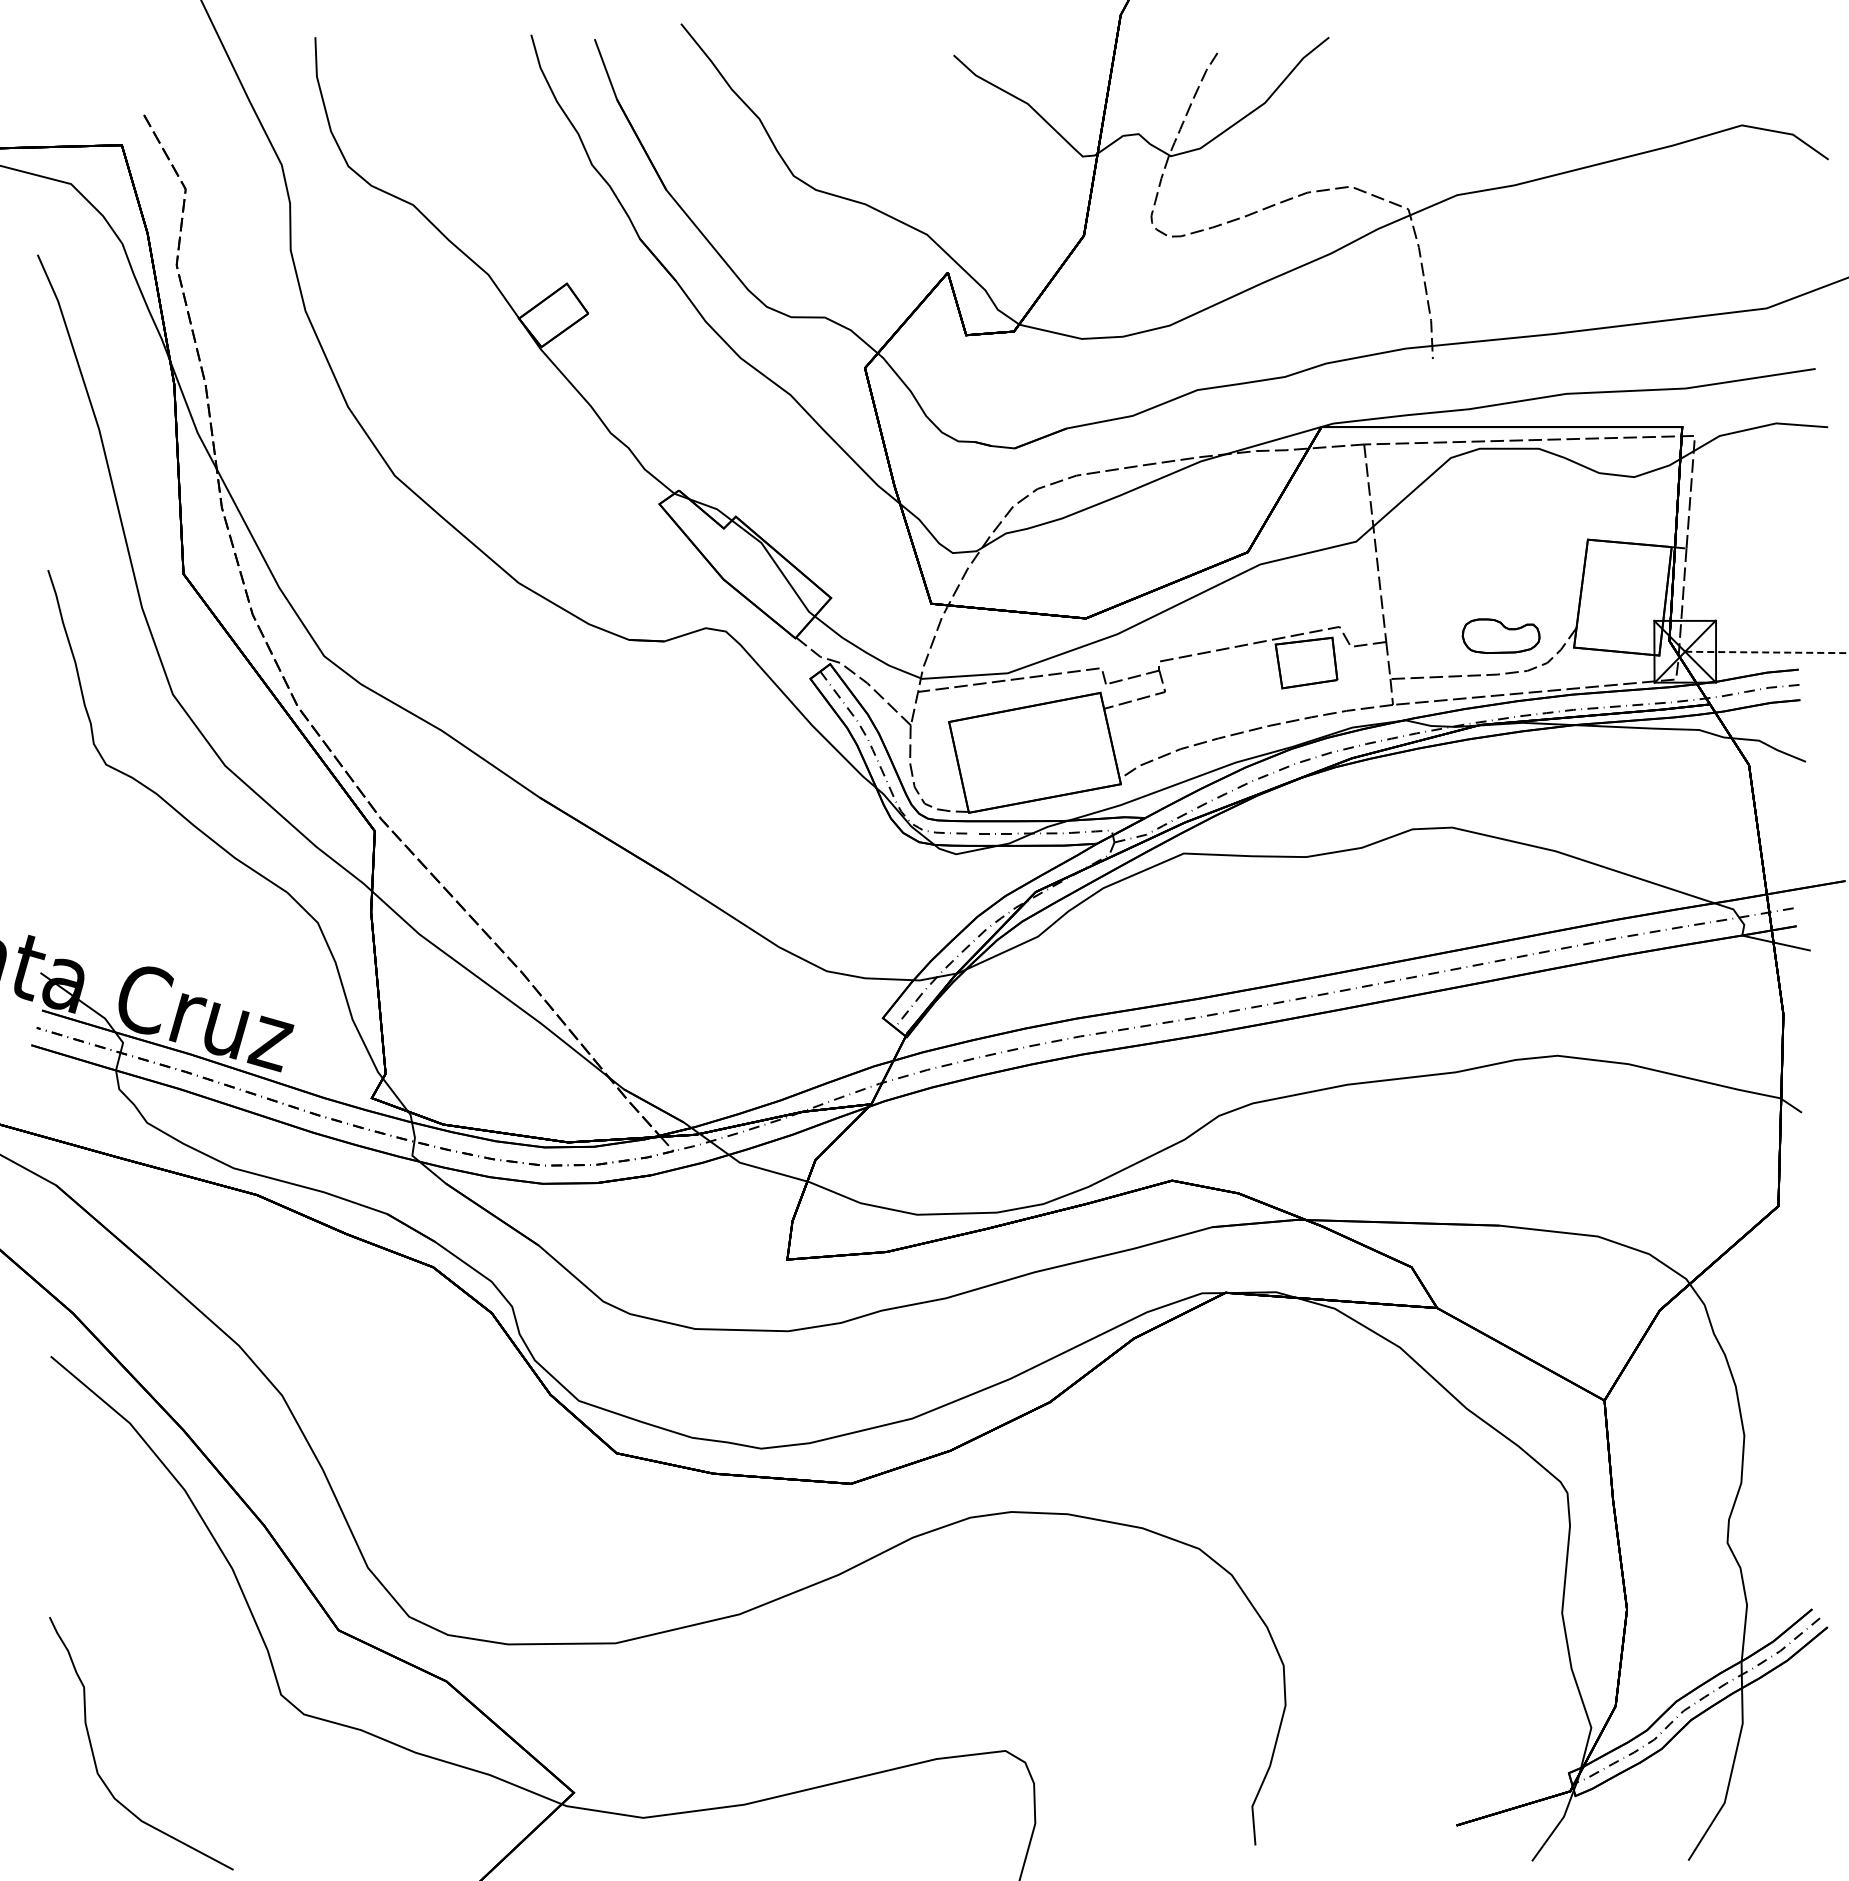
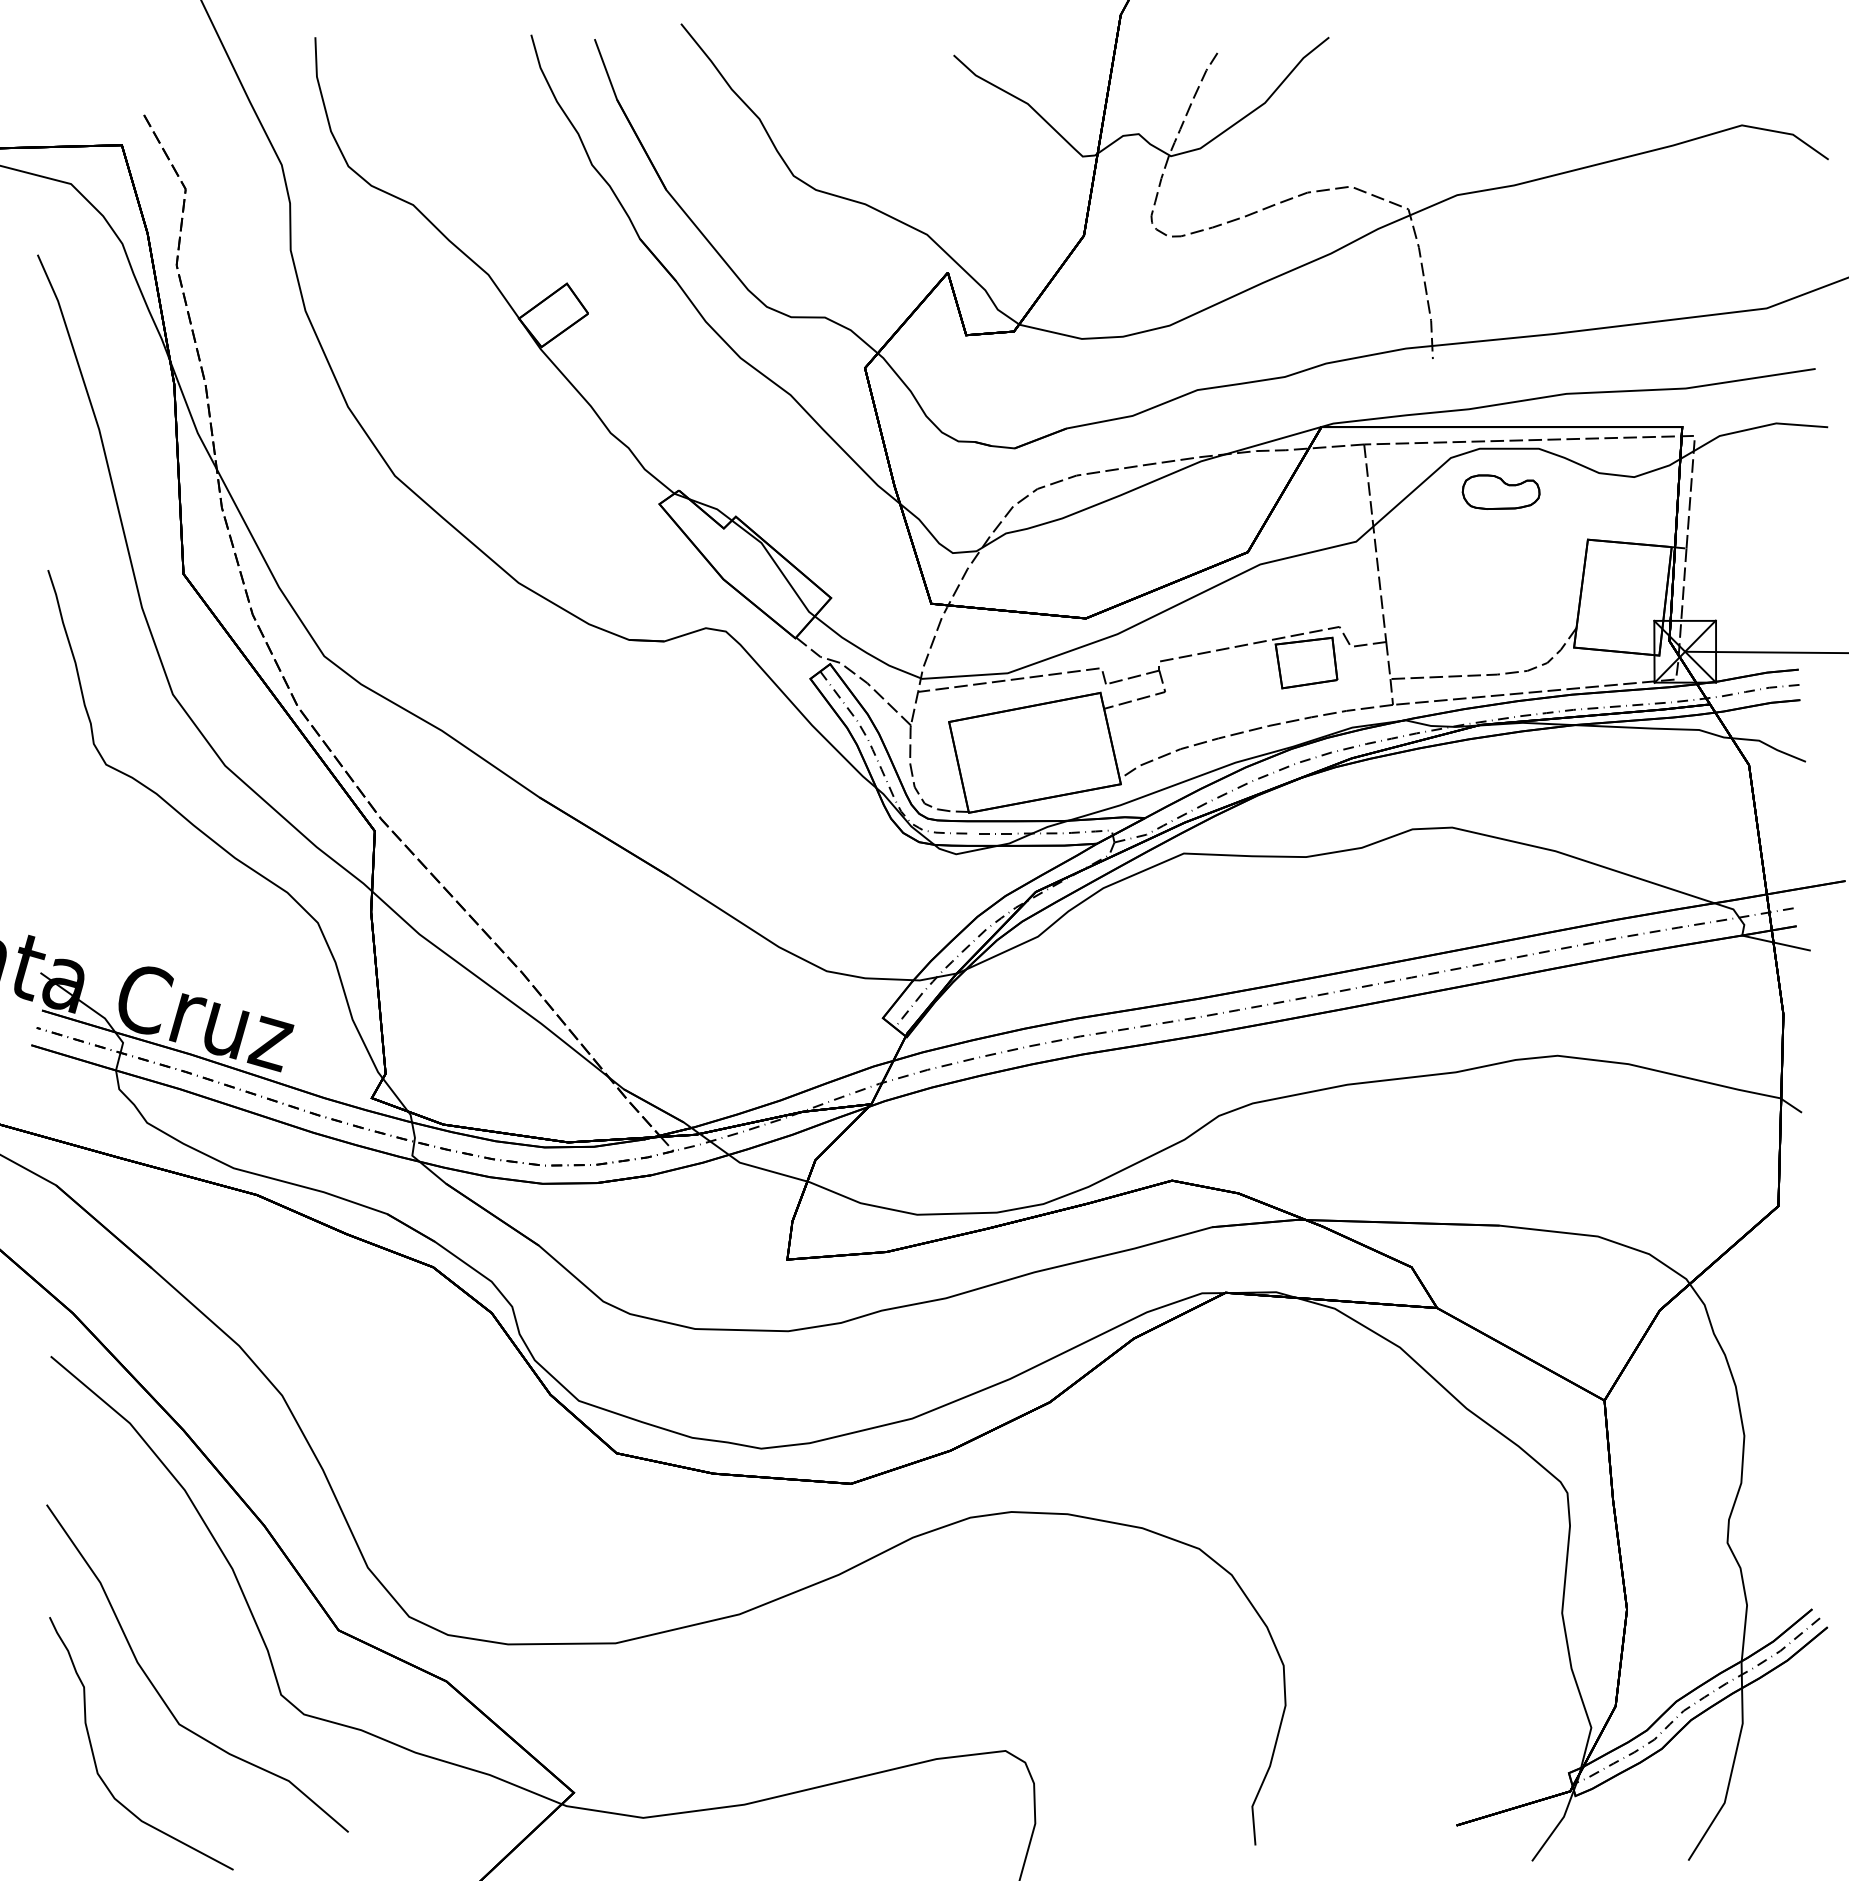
part at (1500, 635) position: (1500, 635) -> (1500, 491)
line at (1767, 652): dashed -> solid
curve at (160, 1694): none -> present
